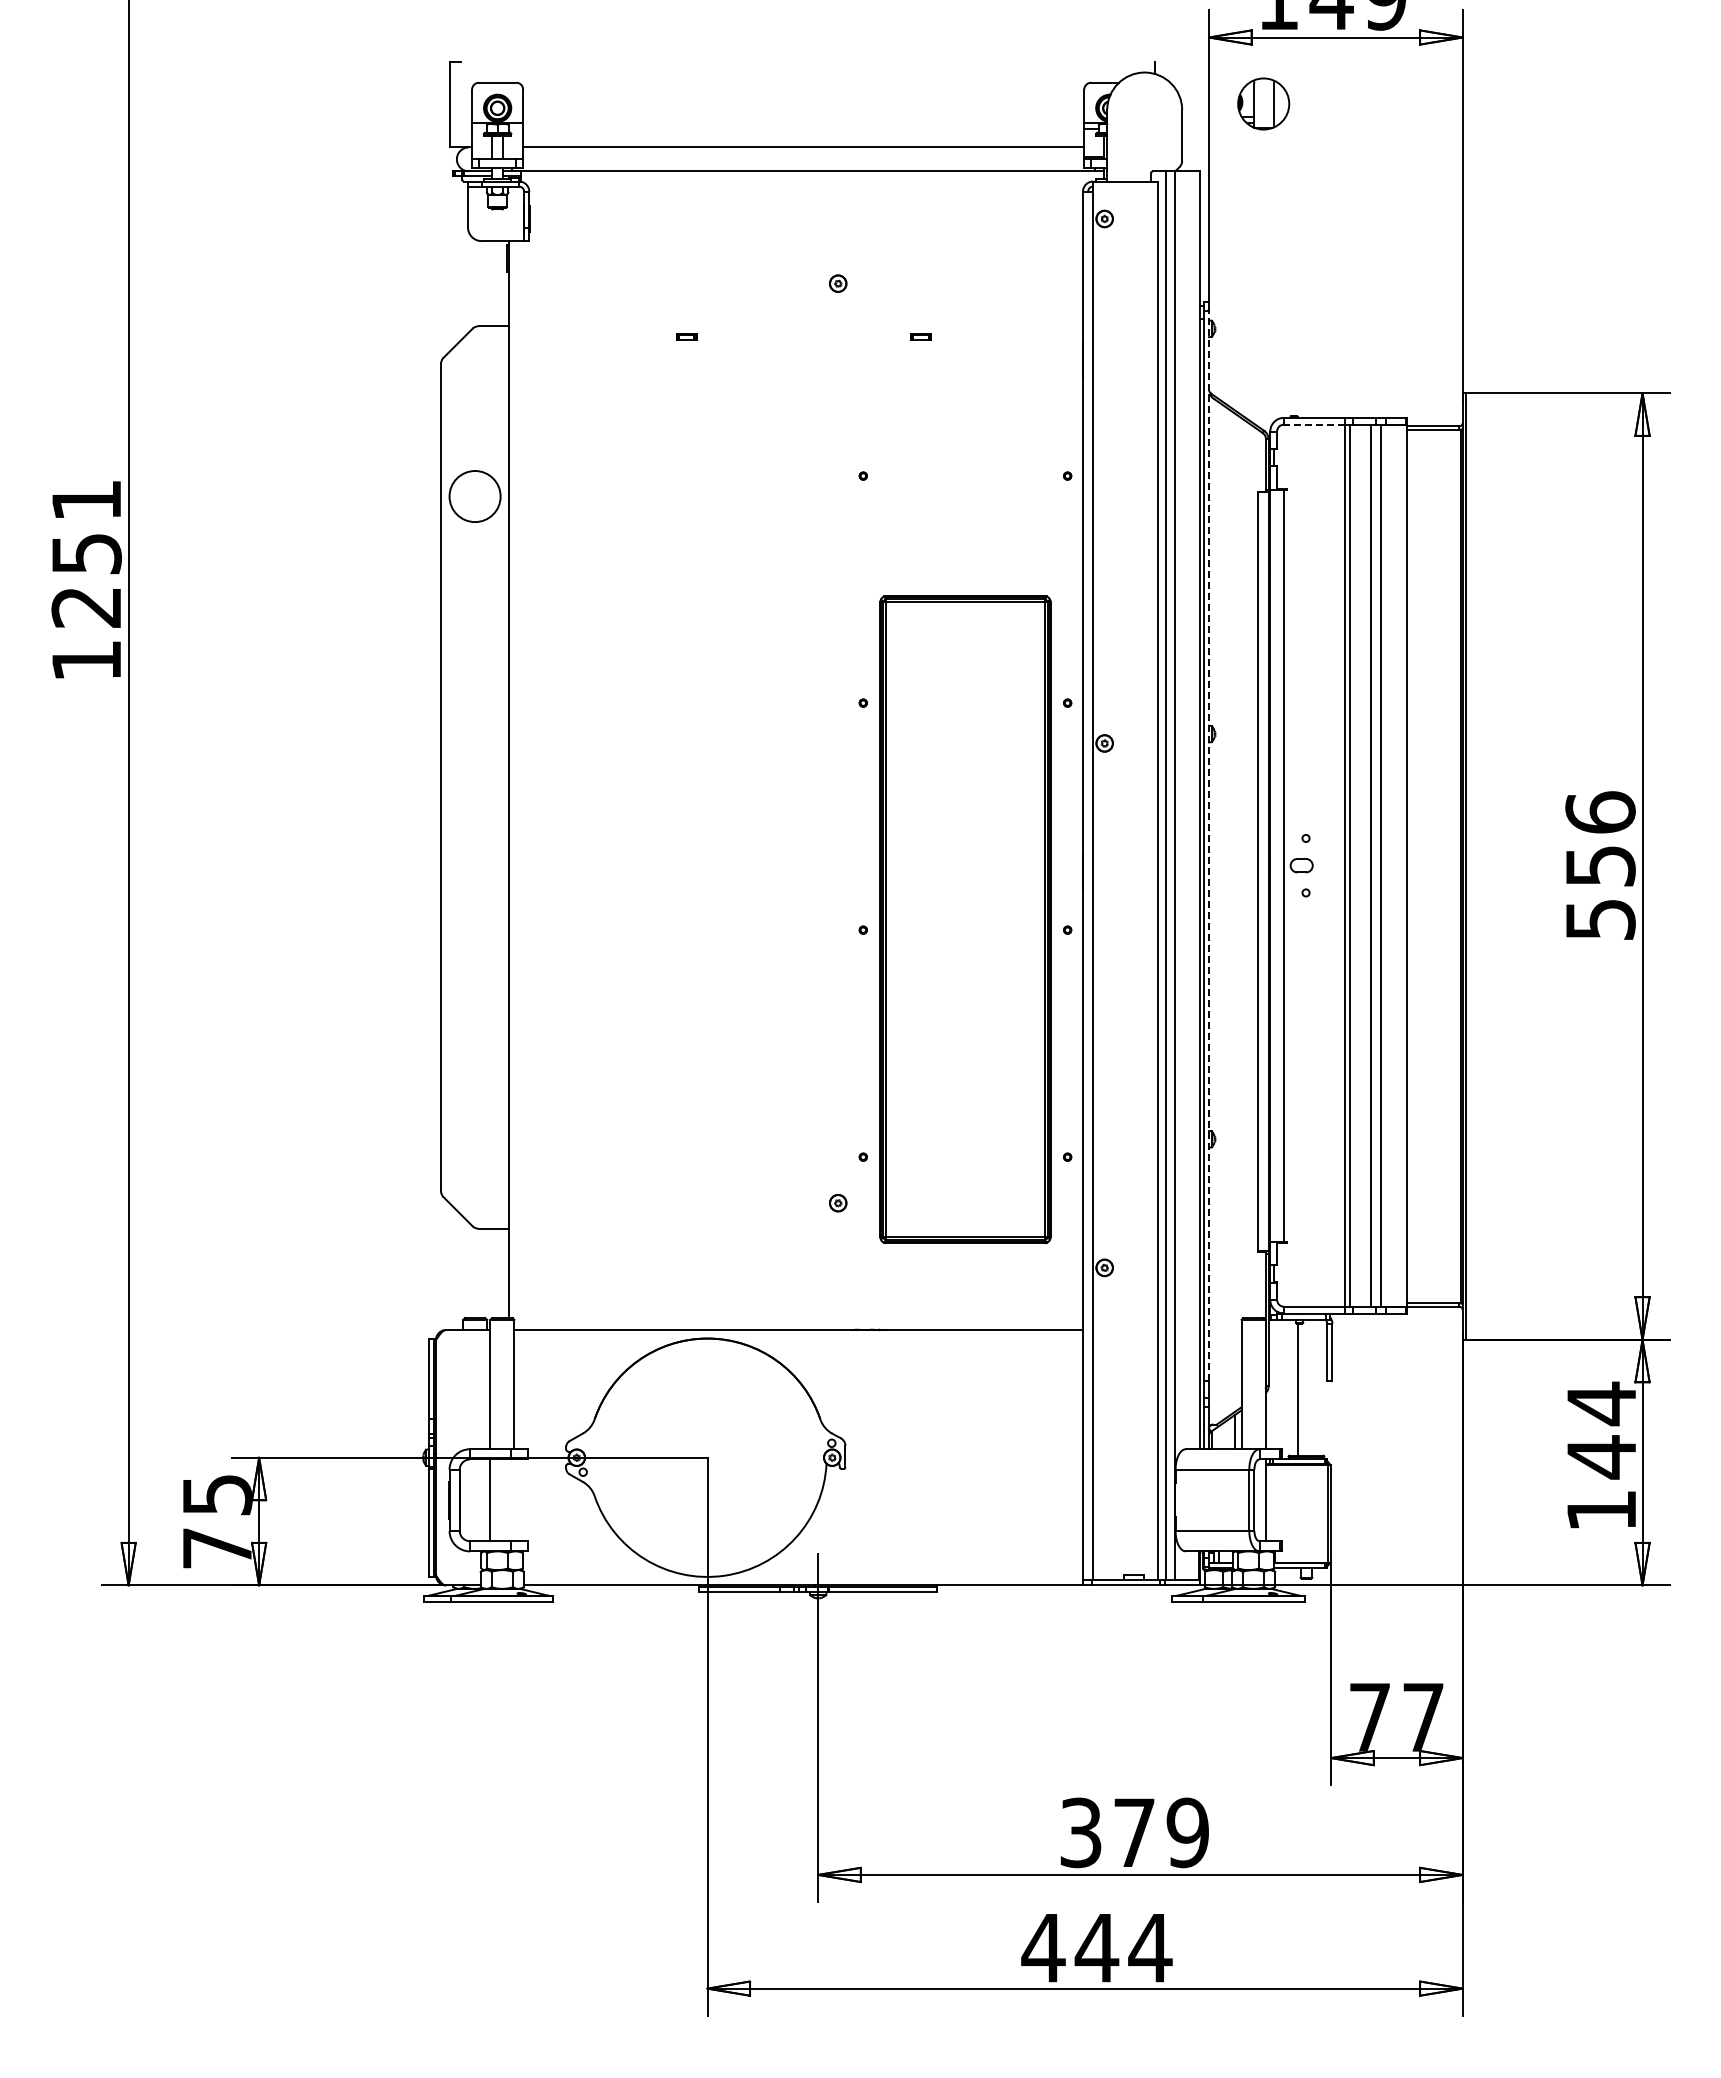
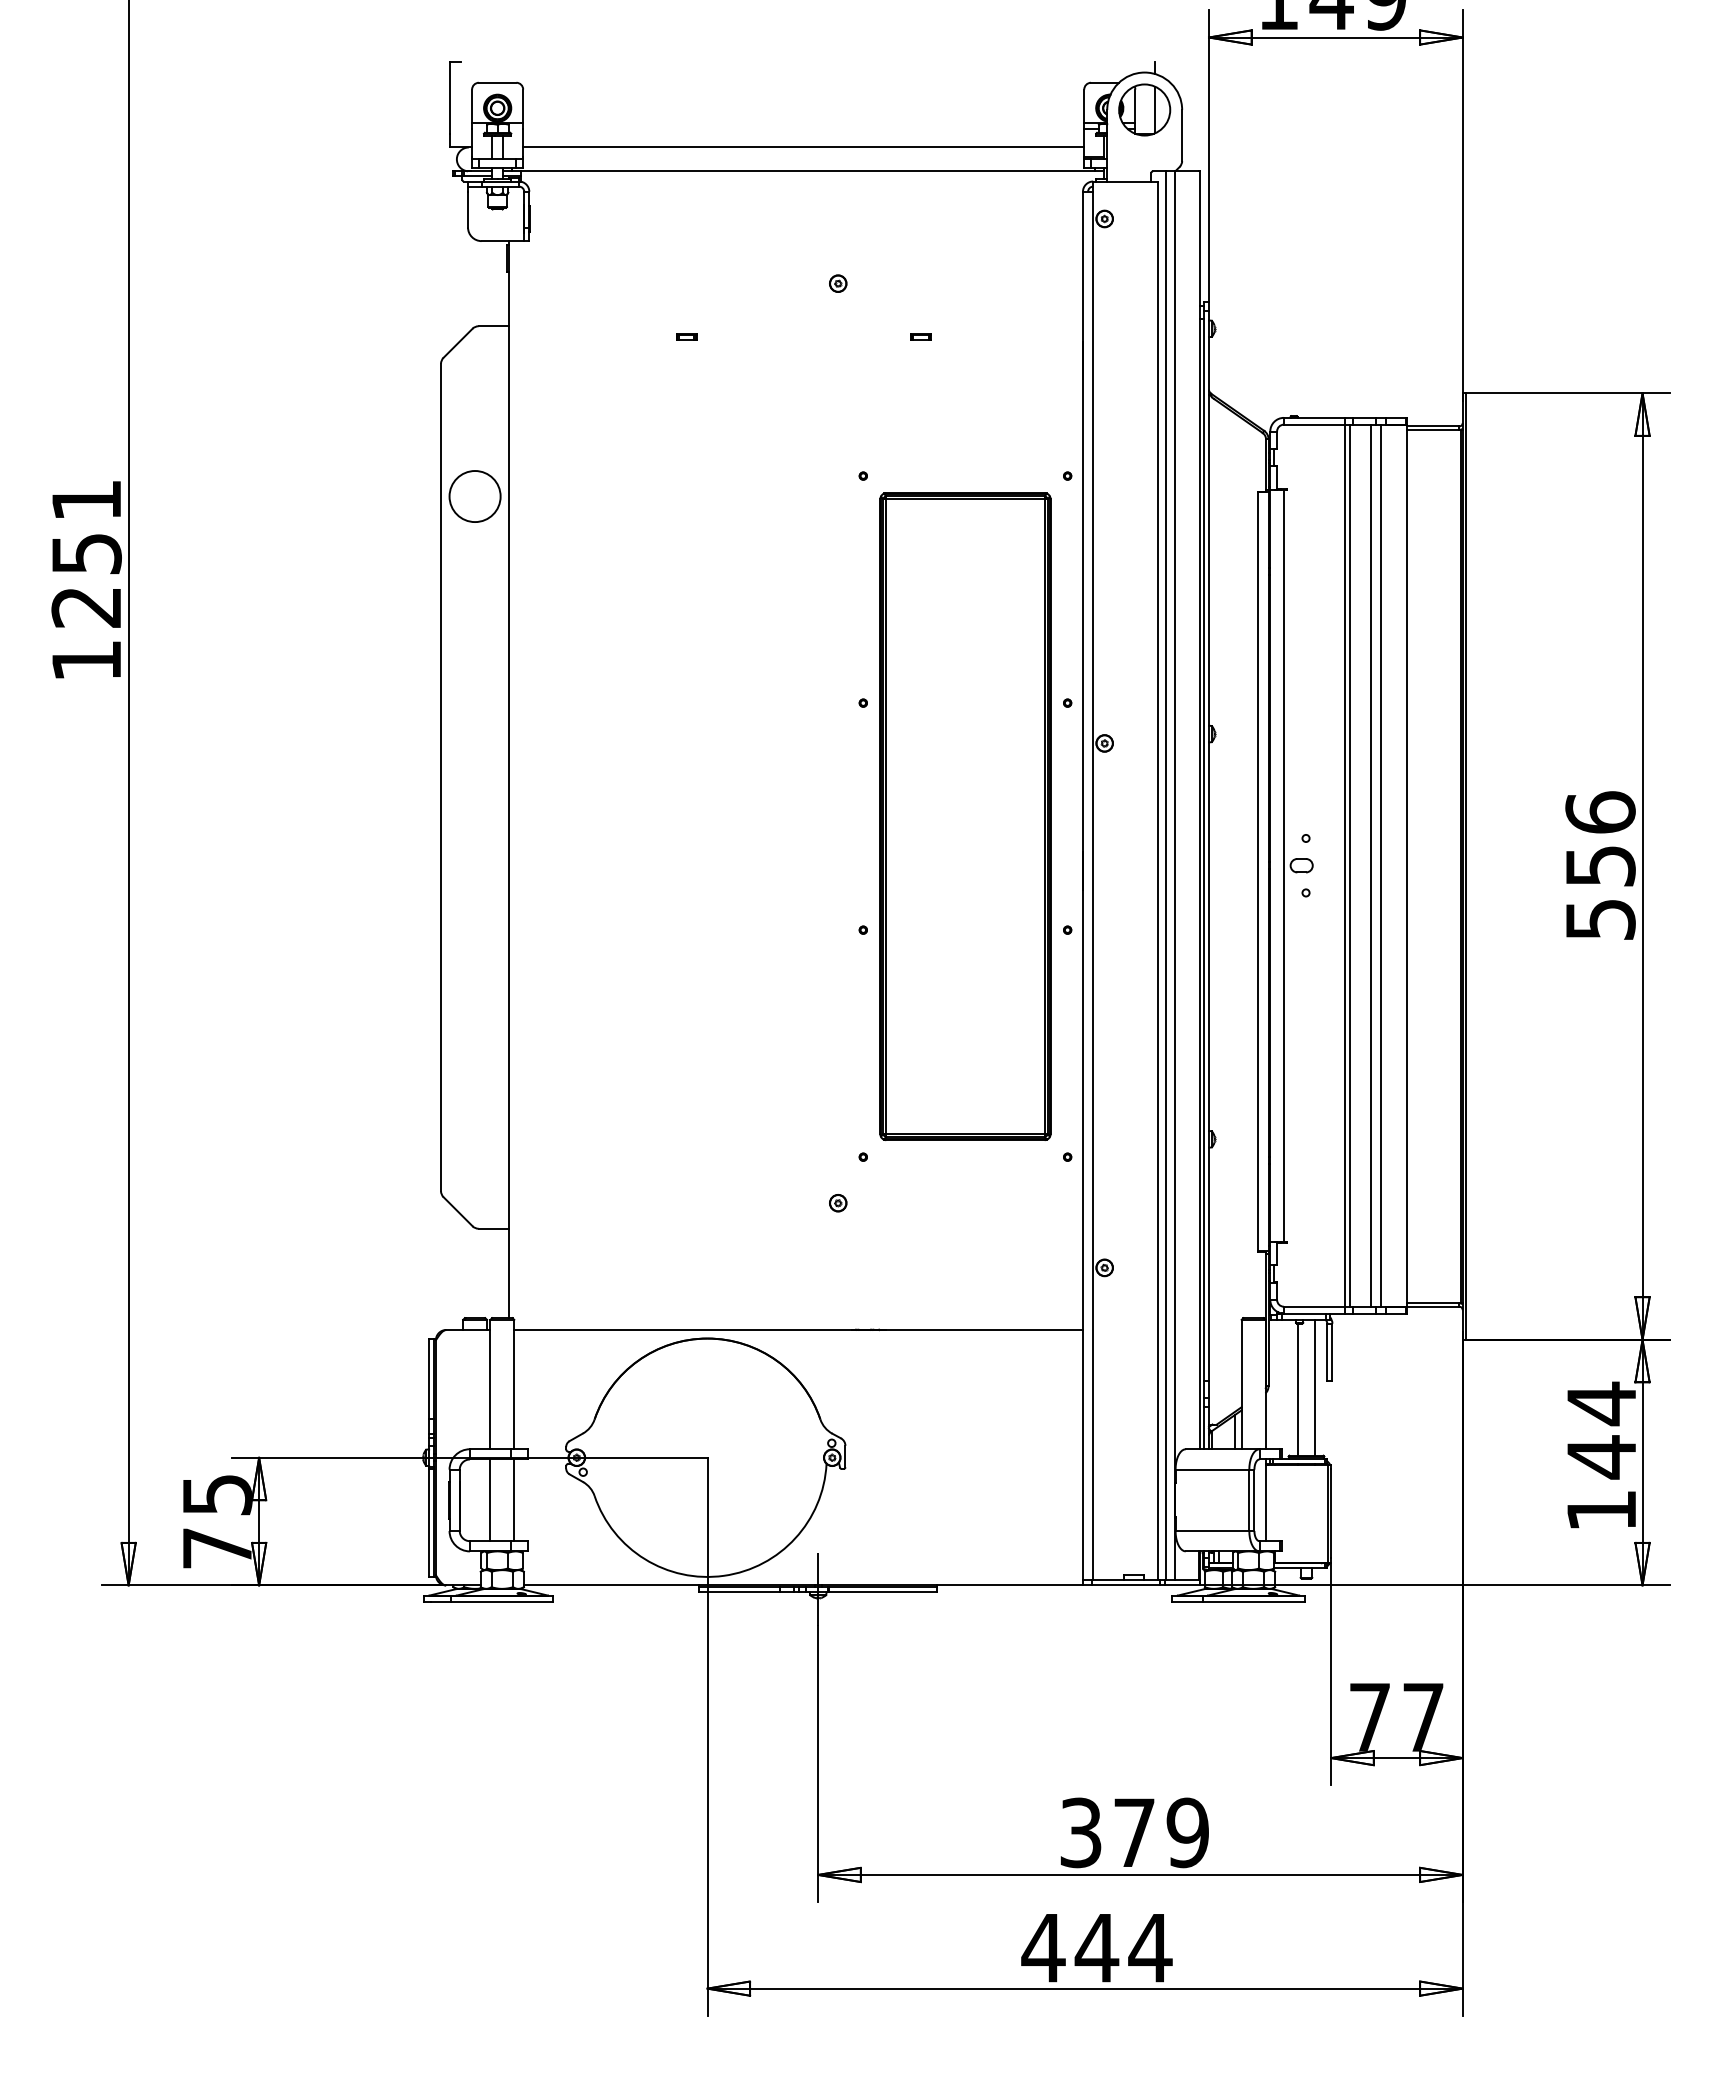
part at (1263, 103) position: (1263, 103) -> (1144, 109)
line at (1314, 424): dashed -> solid
line at (1208, 845): dashed -> solid
part at (965, 919) position: (965, 919) -> (965, 816)
line at (1314, 1387): none -> present
line at (514, 1500): none -> present
